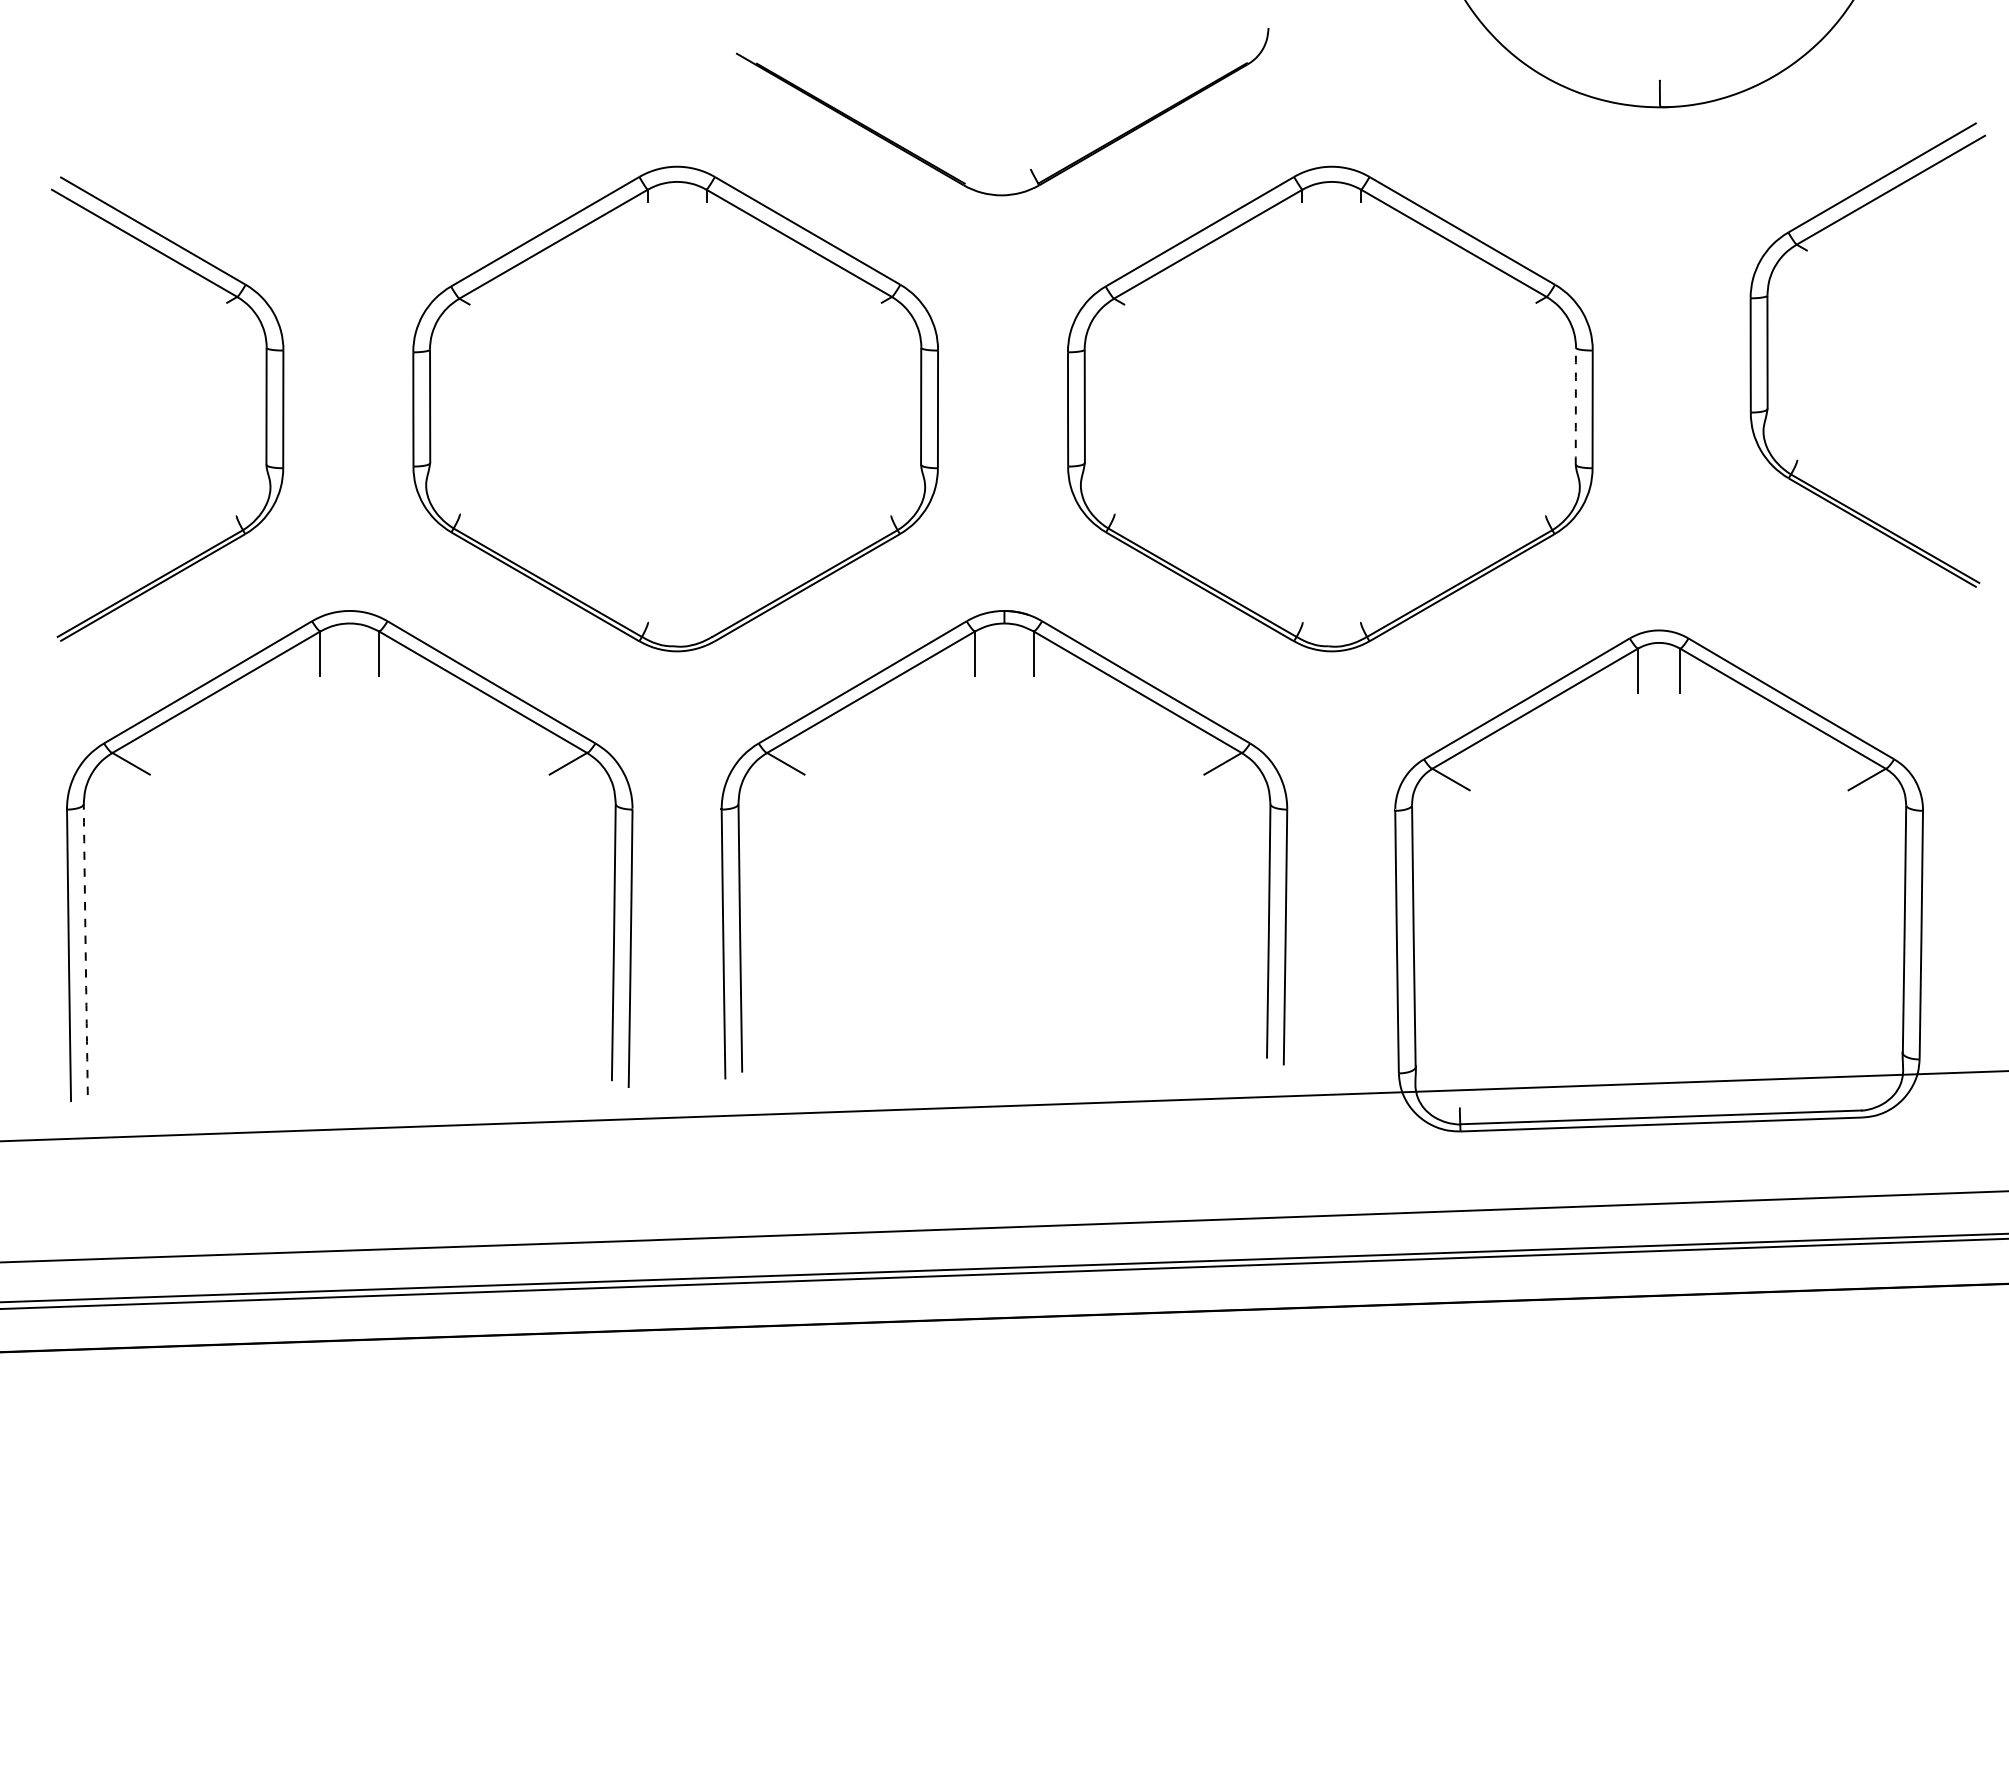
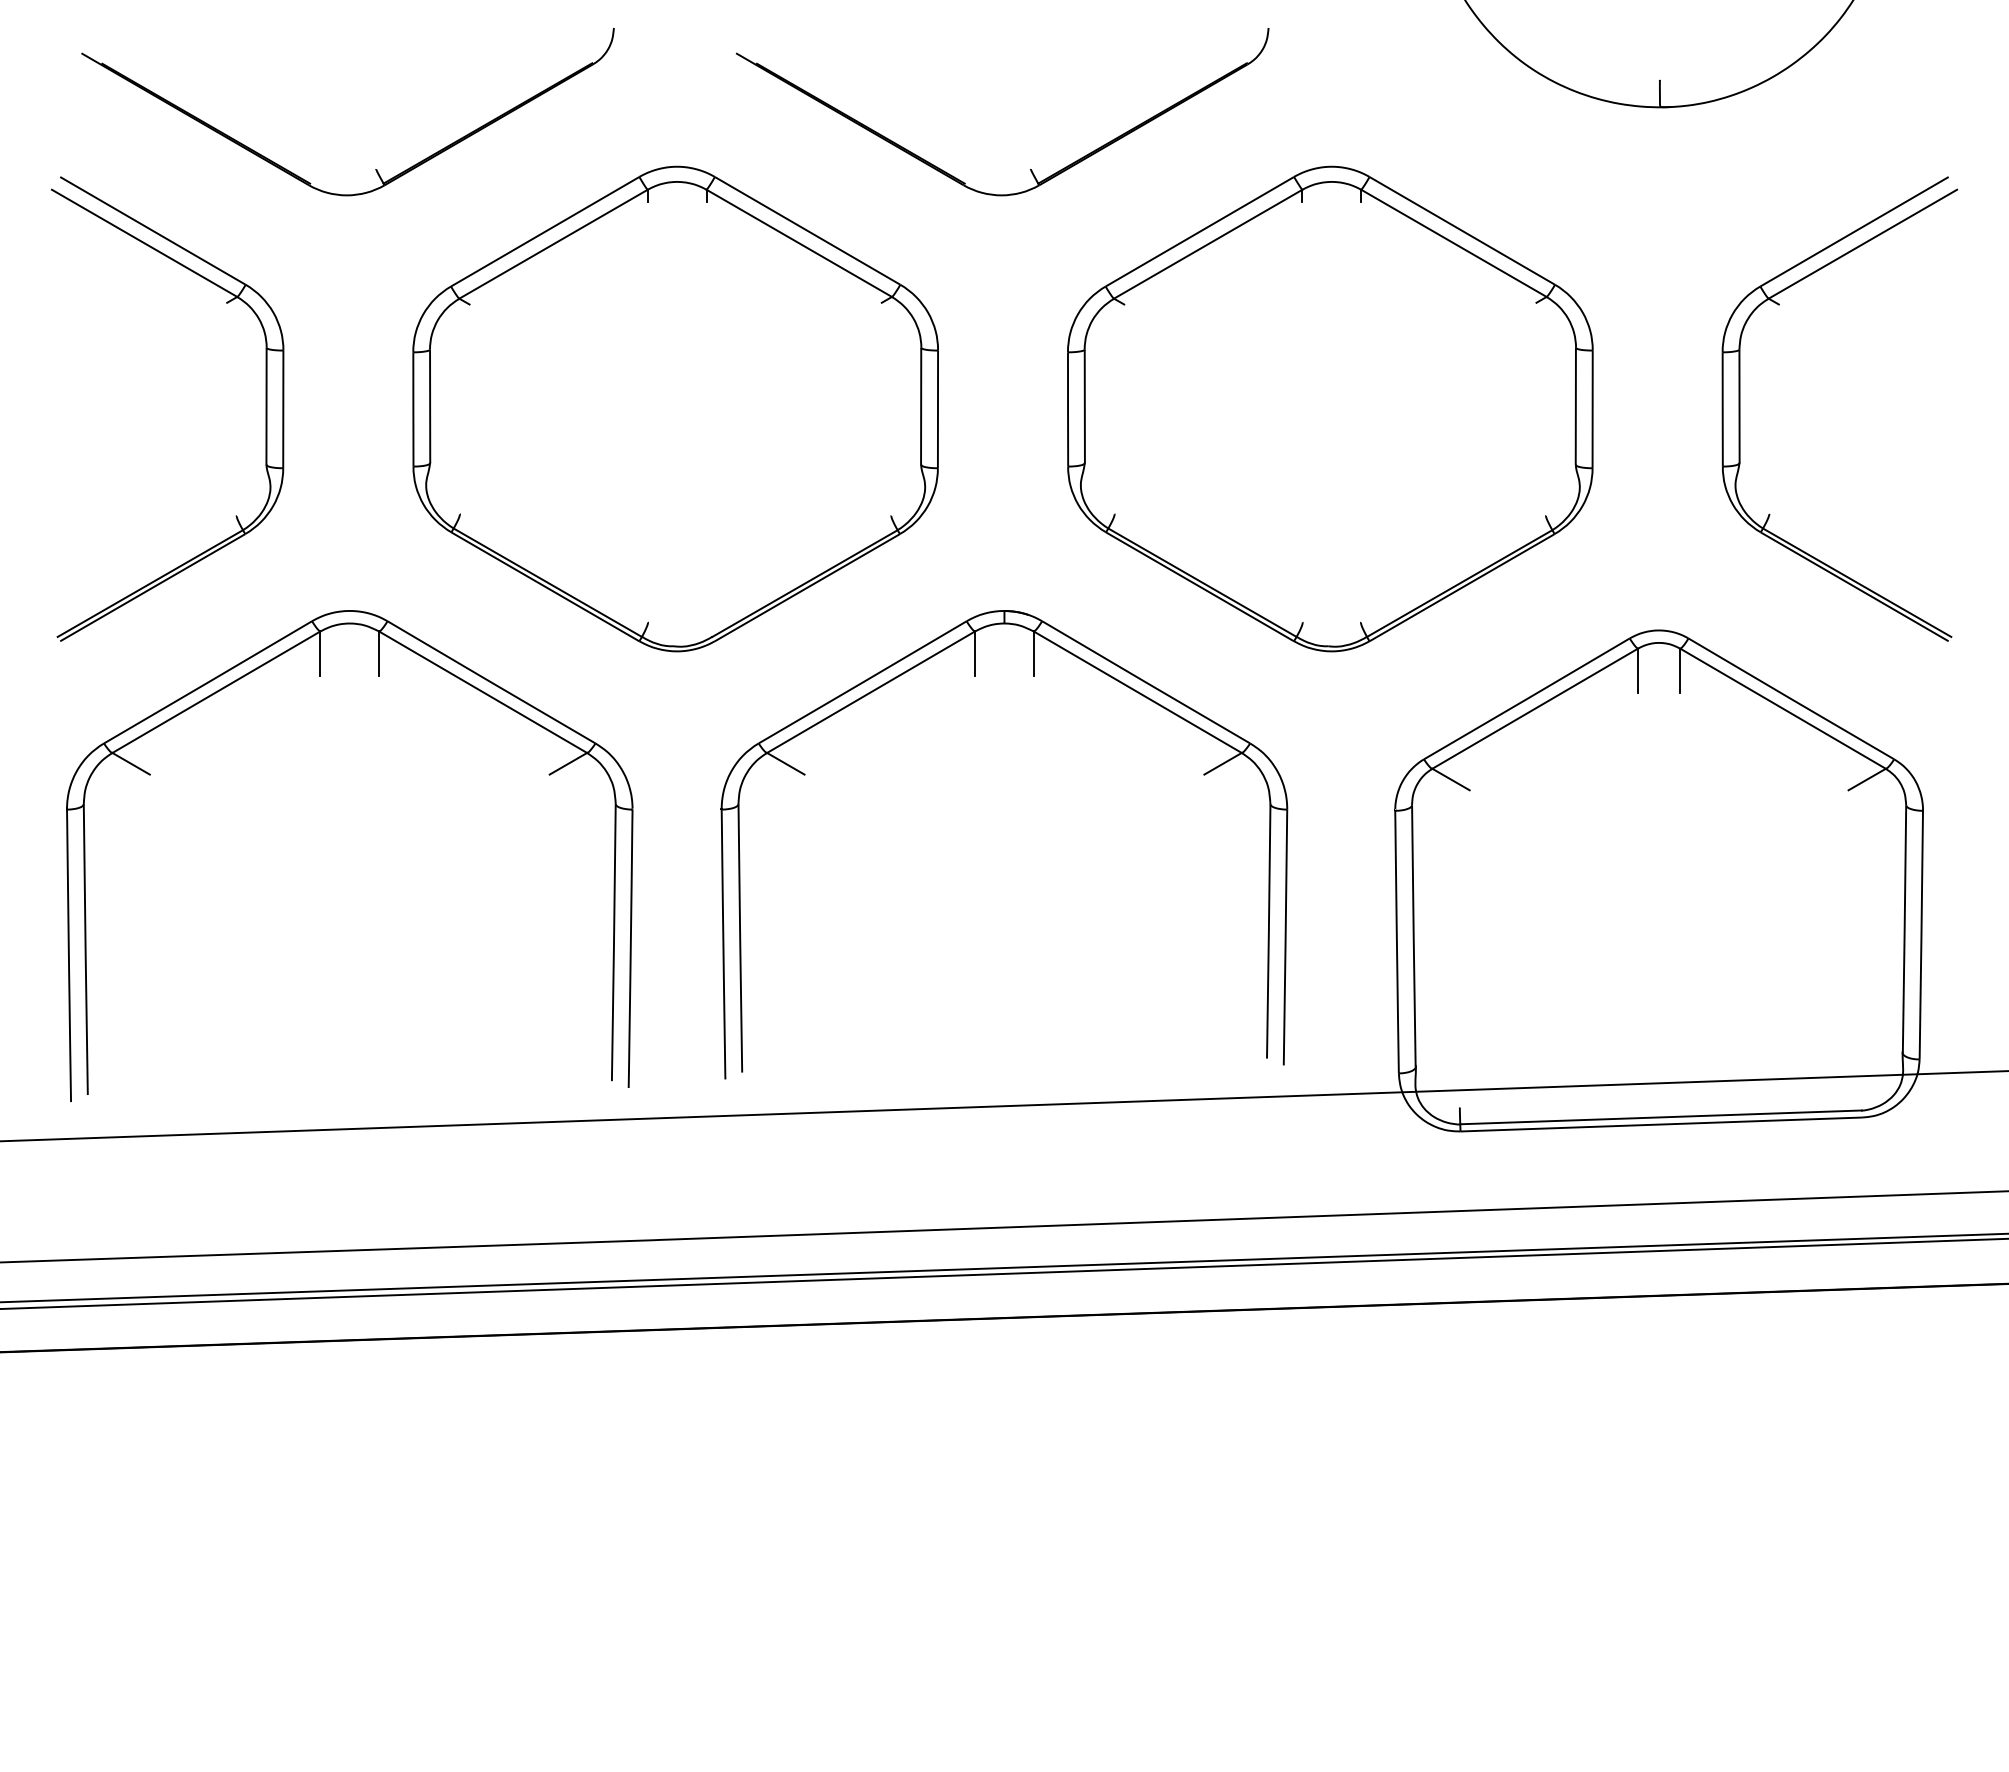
part at (375, 169): none -> present
part at (1768, 354) position: (1768, 354) -> (1740, 408)
arc at (1575, 406): dashed -> solid
arc at (85, 950): dashed -> solid
